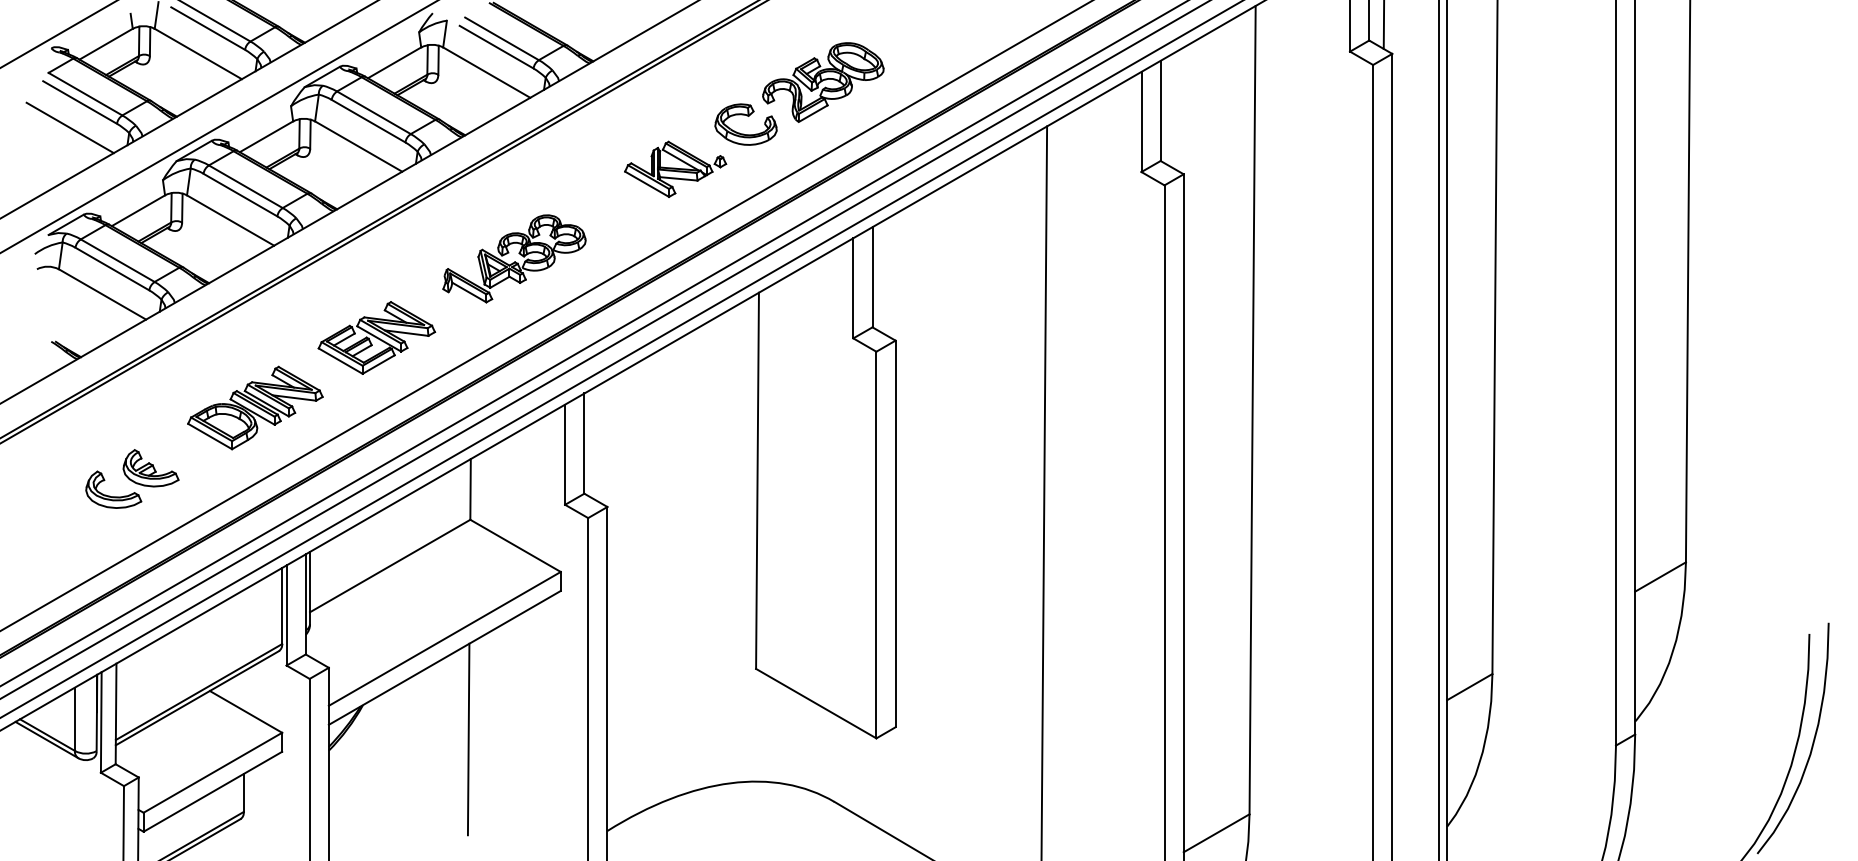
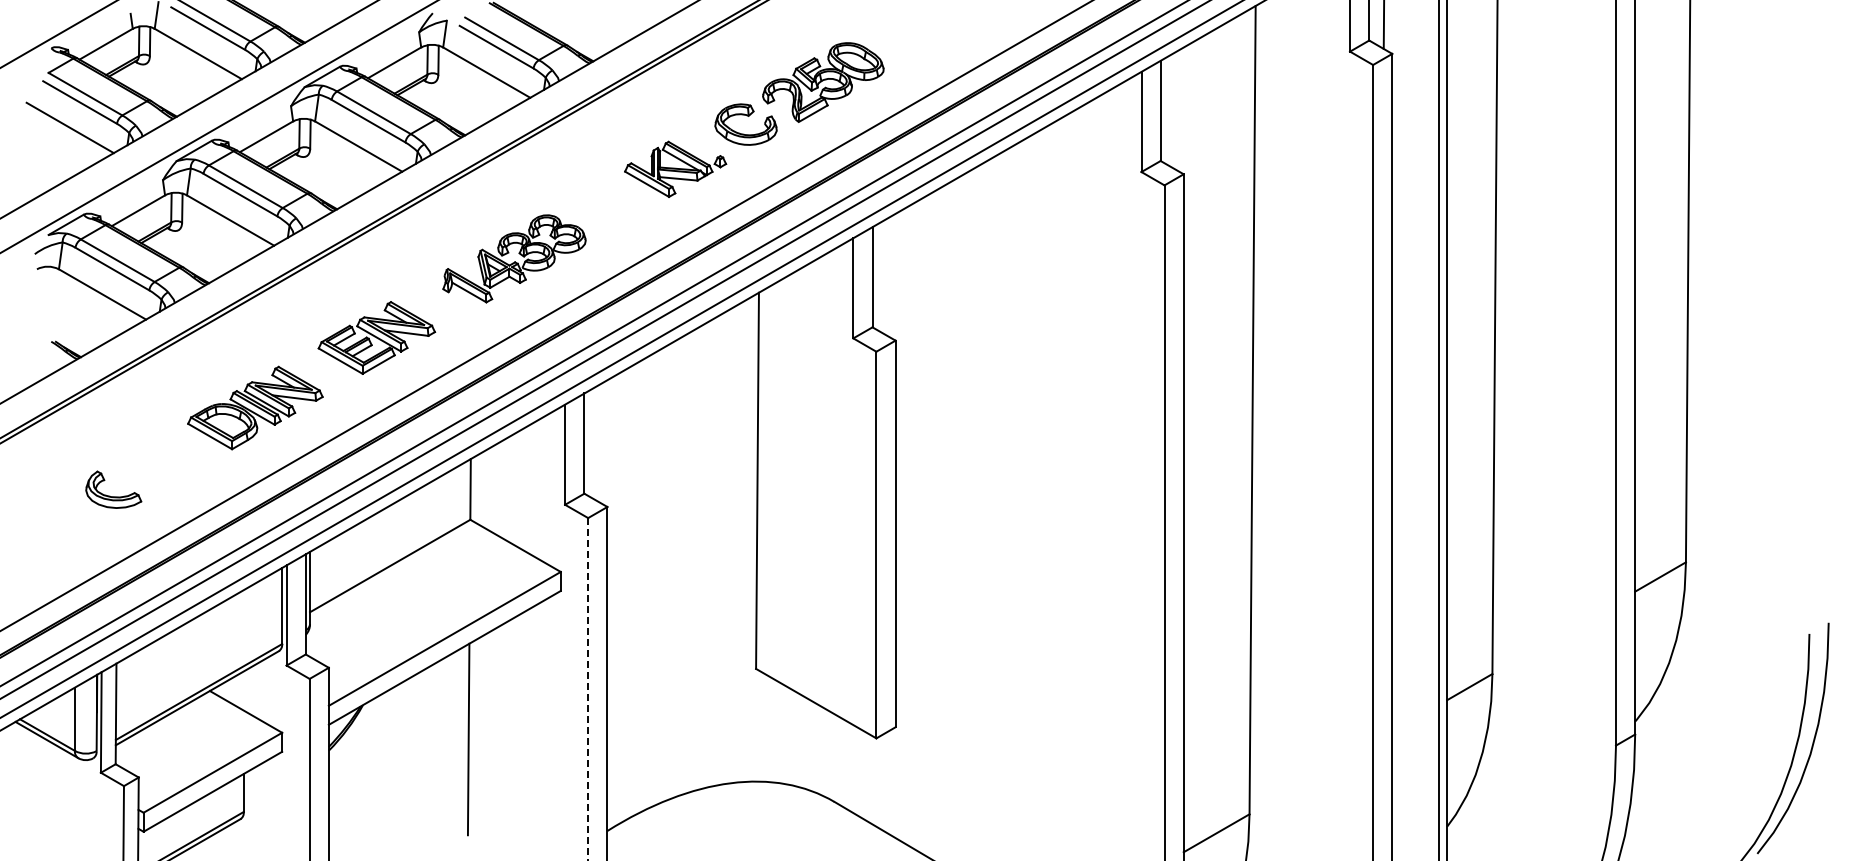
part at (150, 468): present -> none
line at (1044, 491): present -> none
line at (588, 689): solid -> dashed
